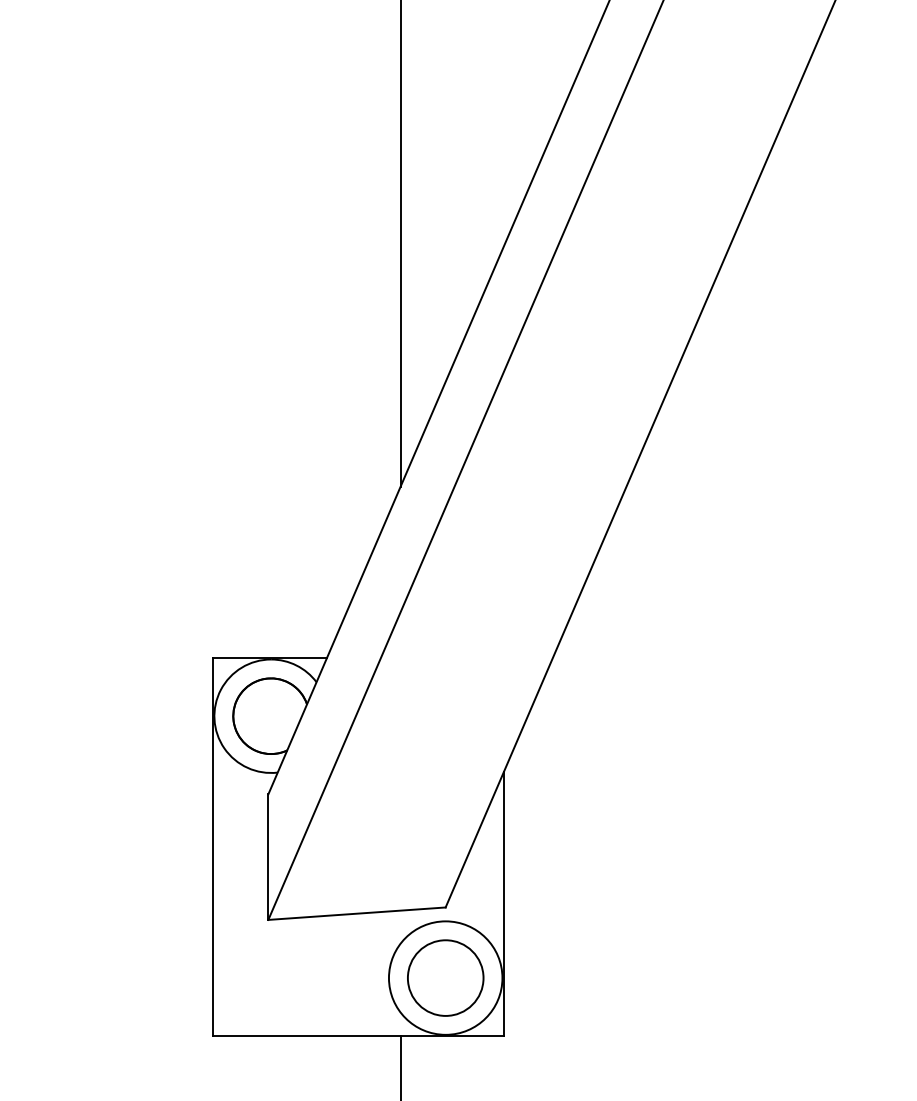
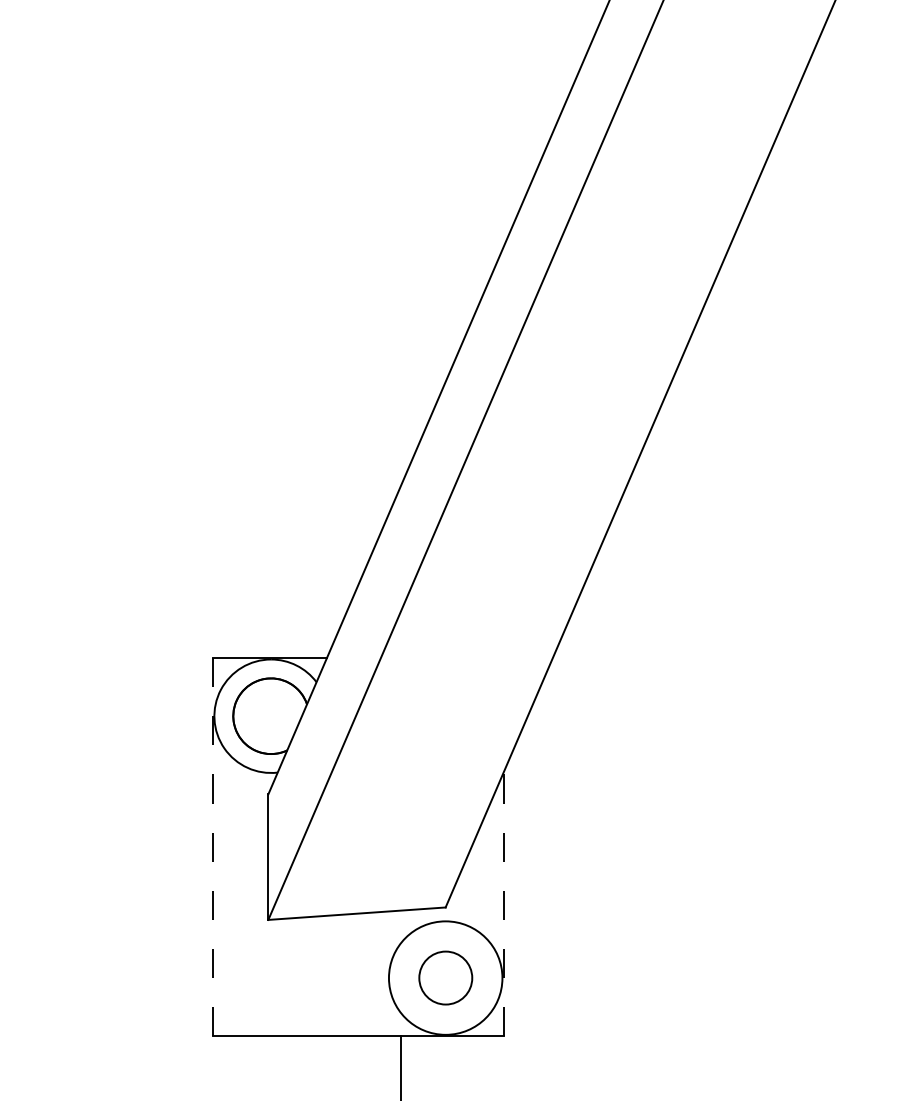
line at (400, 244): present -> none
line at (212, 847): solid -> dashed
line at (503, 903): solid -> dashed
circle at (445, 977) size: 78x78 px -> 56x56 px
